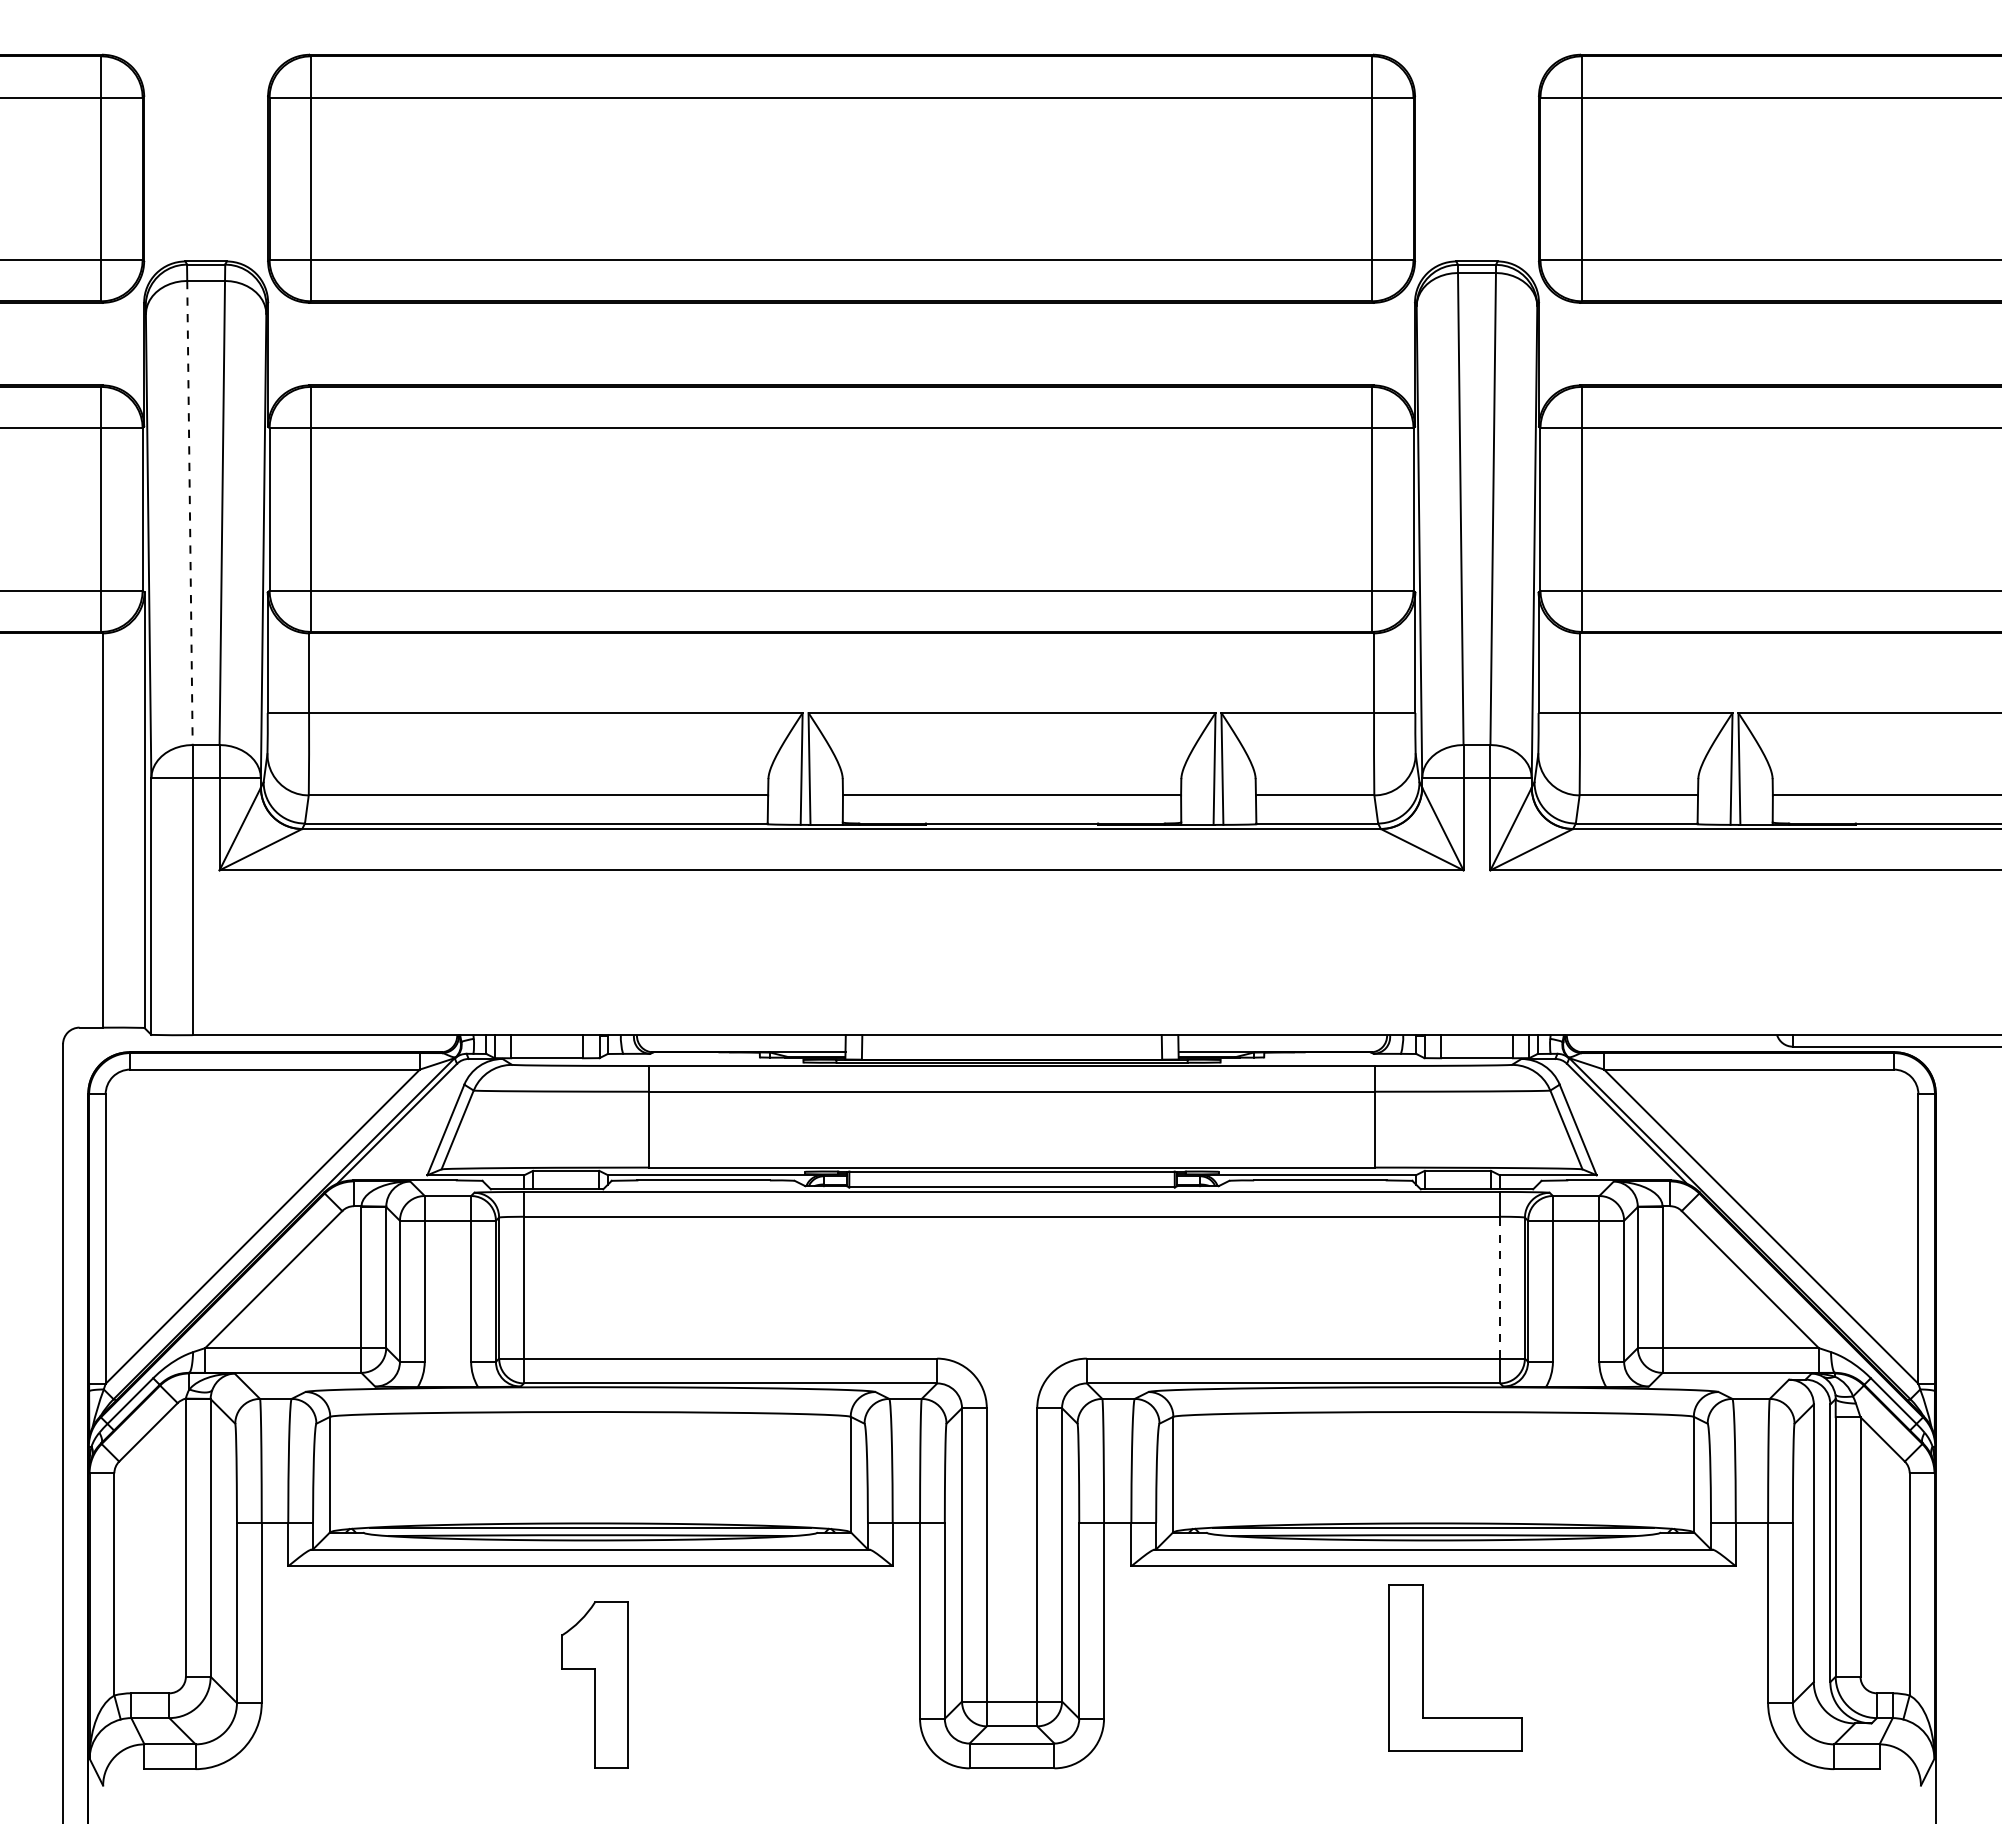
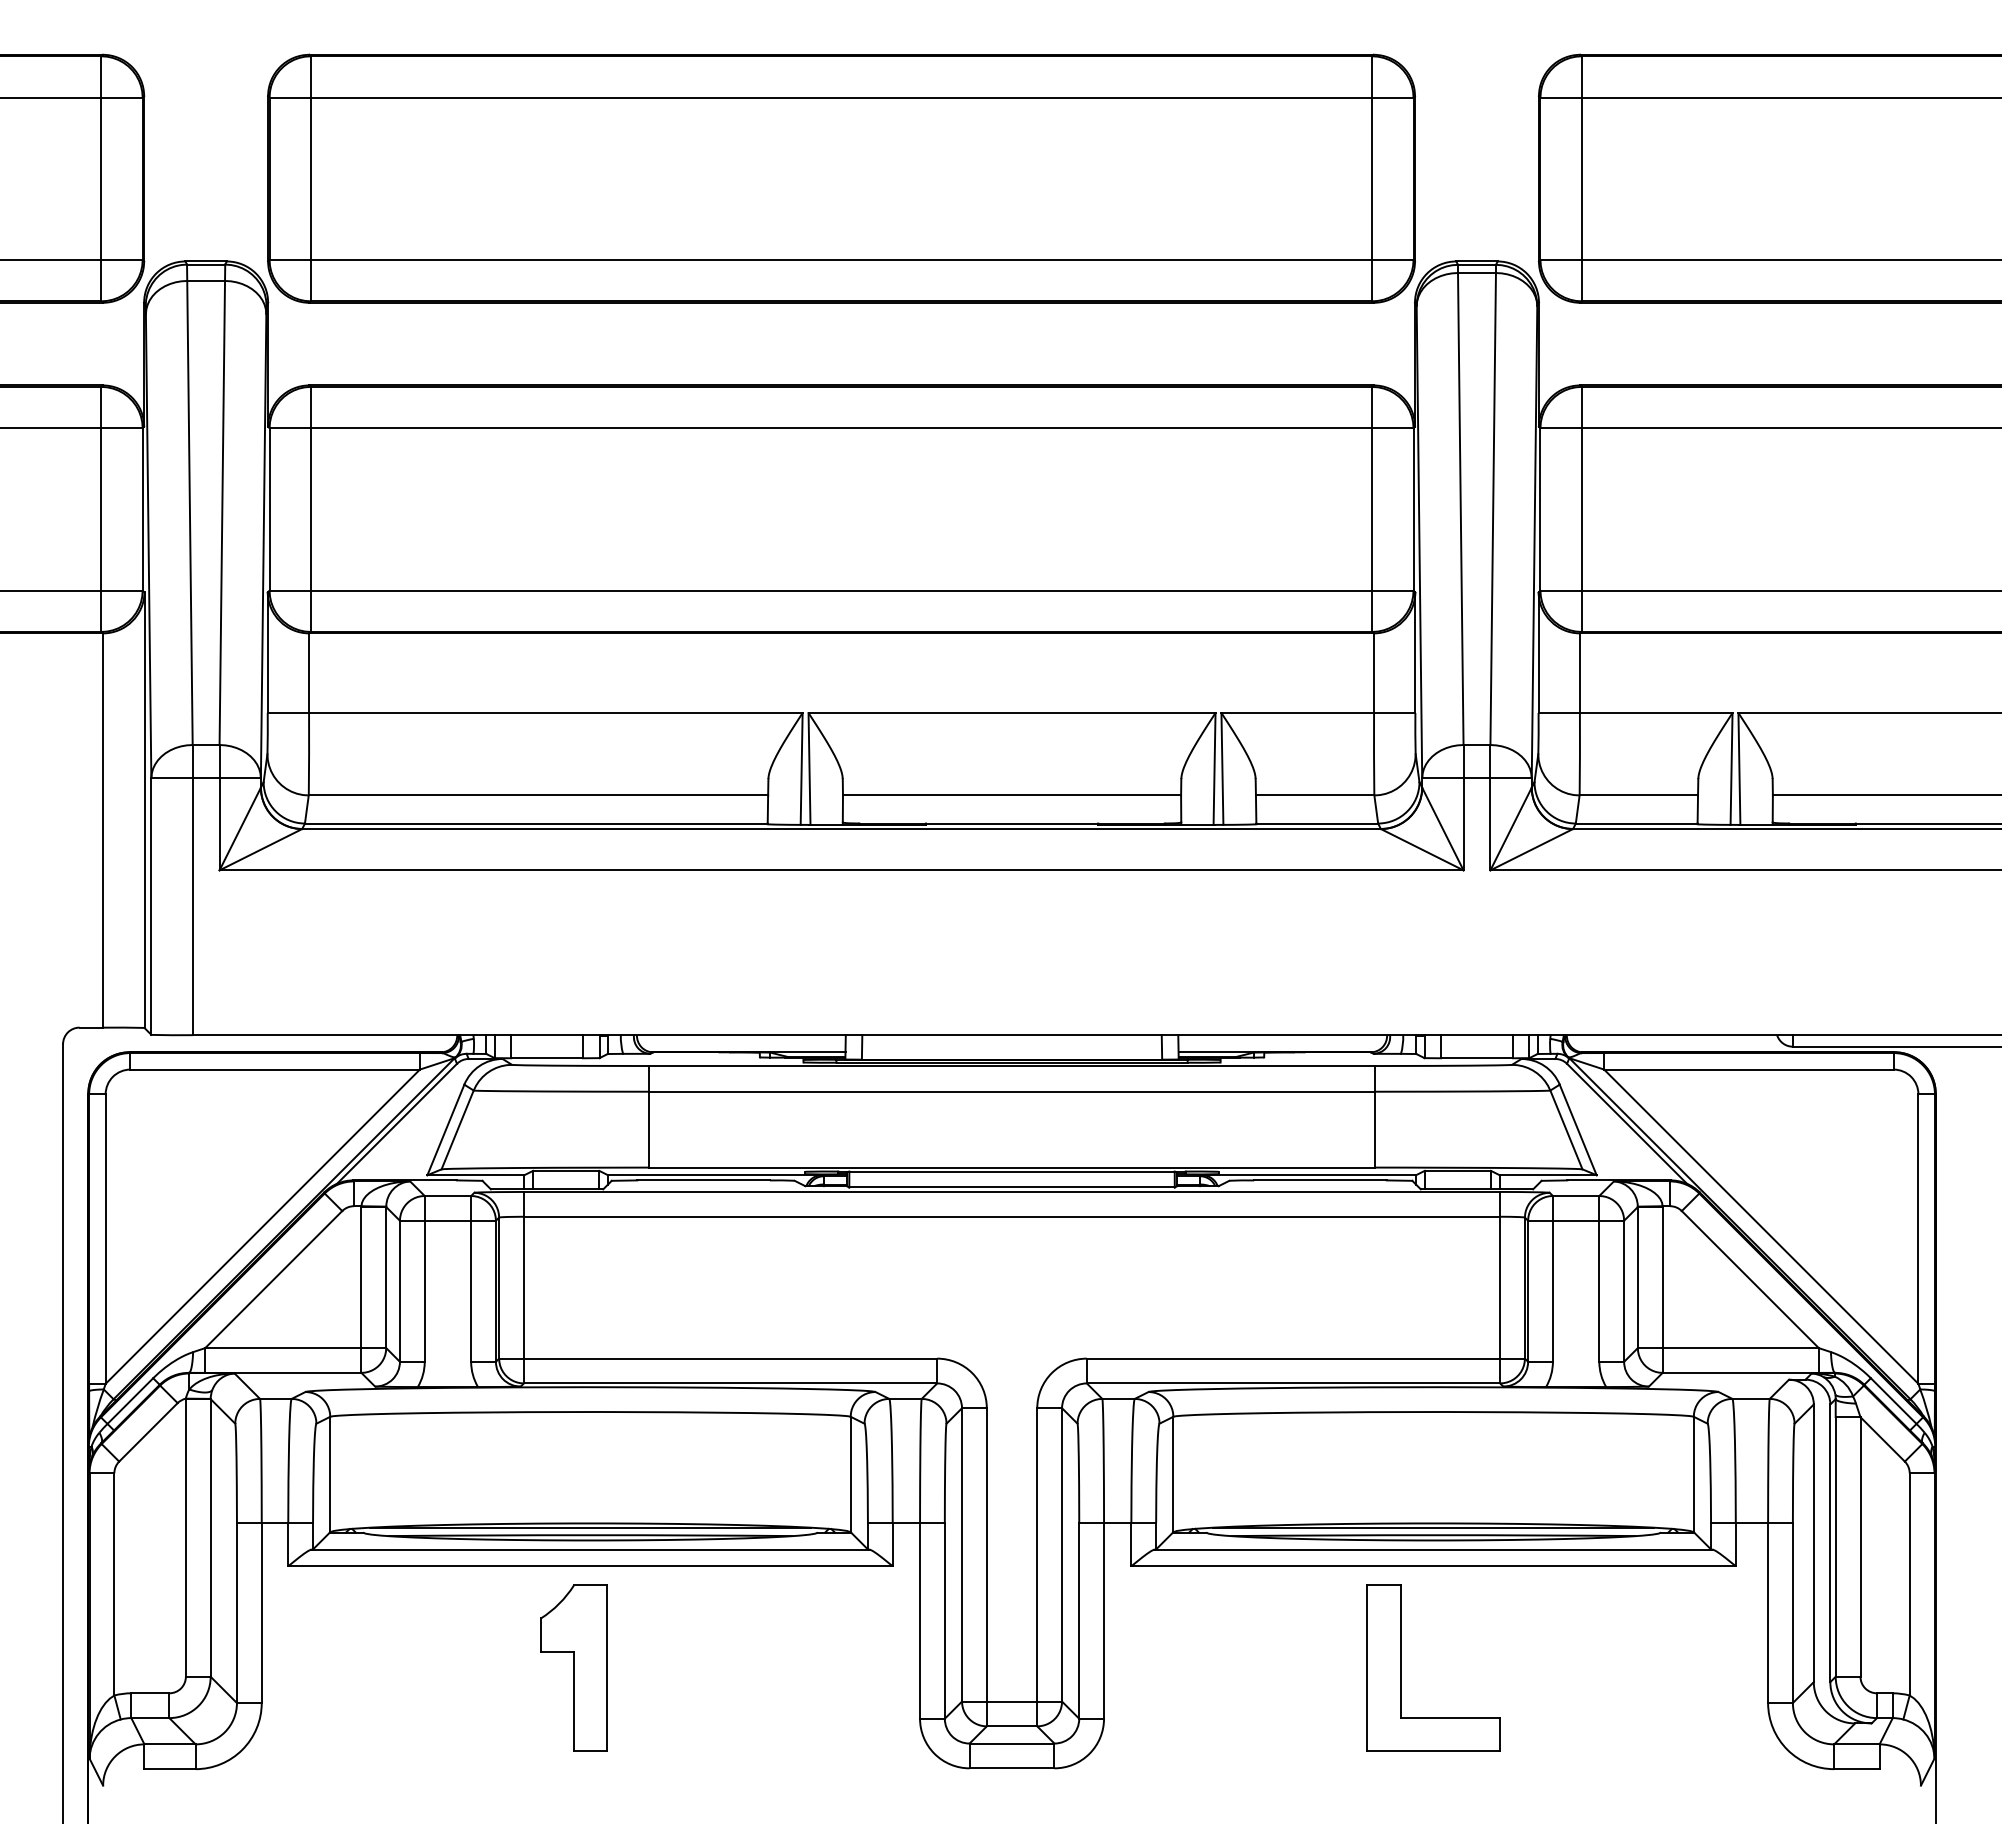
line at (189, 513): dashed -> solid
line at (1500, 1287): dashed -> solid
part at (1423, 1667) position: (1423, 1667) -> (1401, 1667)
part at (594, 1684) position: (594, 1684) -> (573, 1667)
